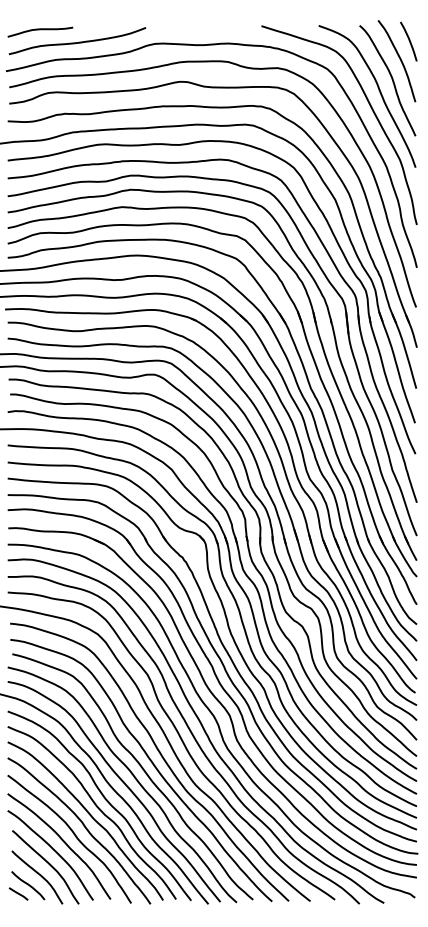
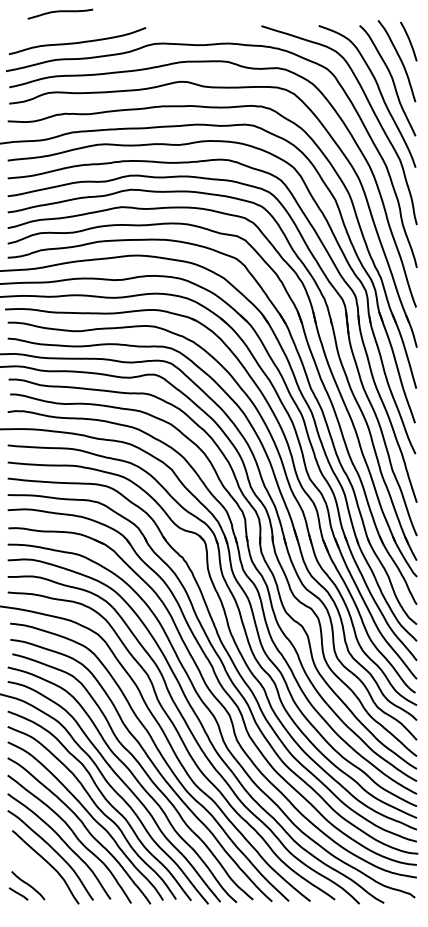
curve at (40, 30) position: (40, 30) -> (60, 12)
curve at (39, 875): present -> none
